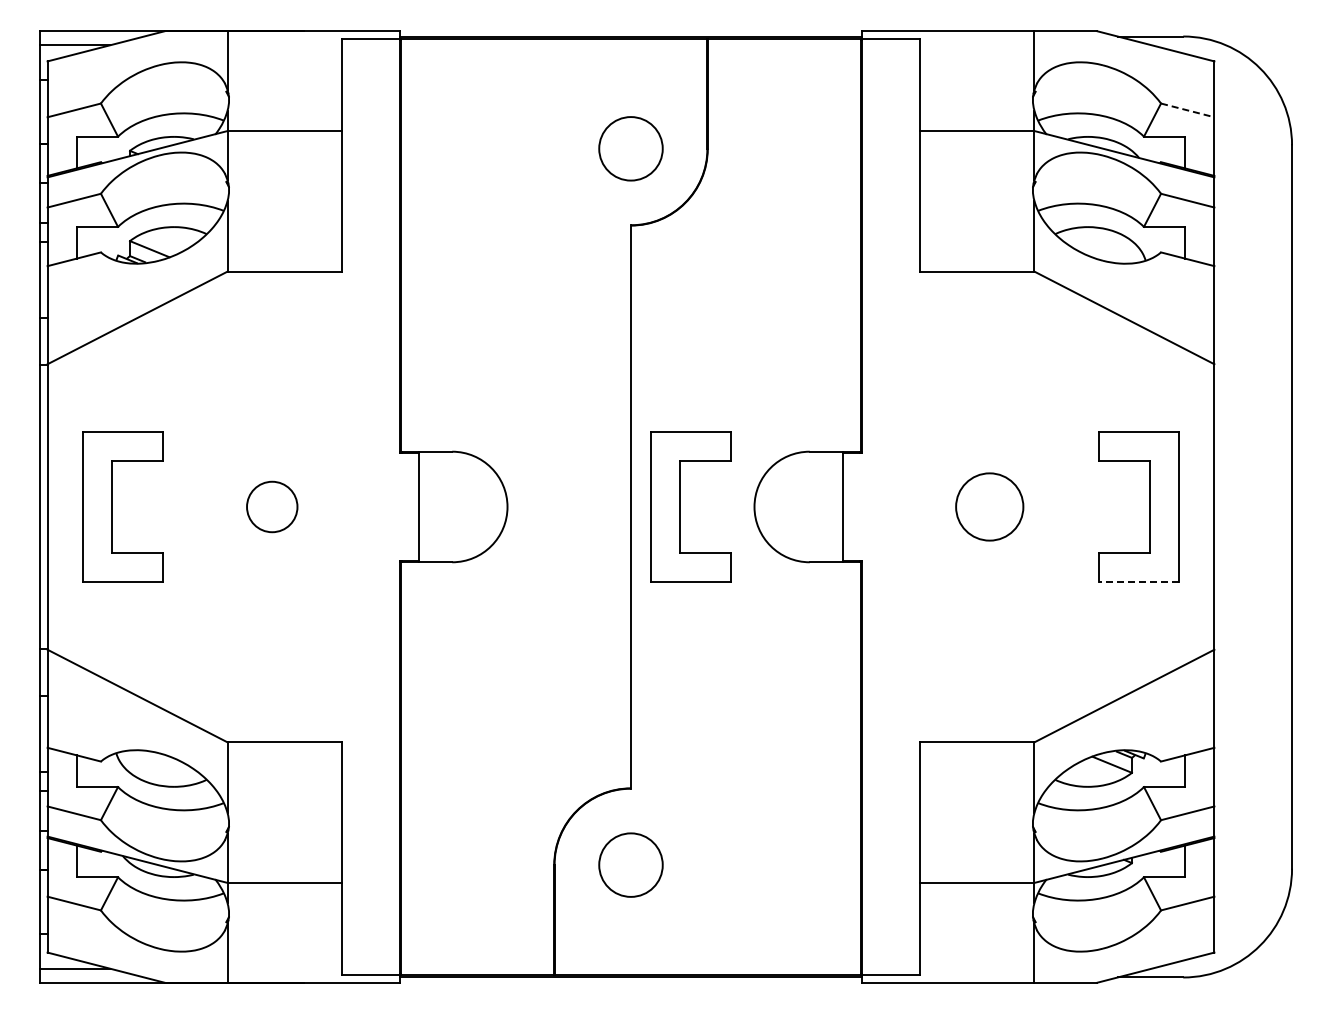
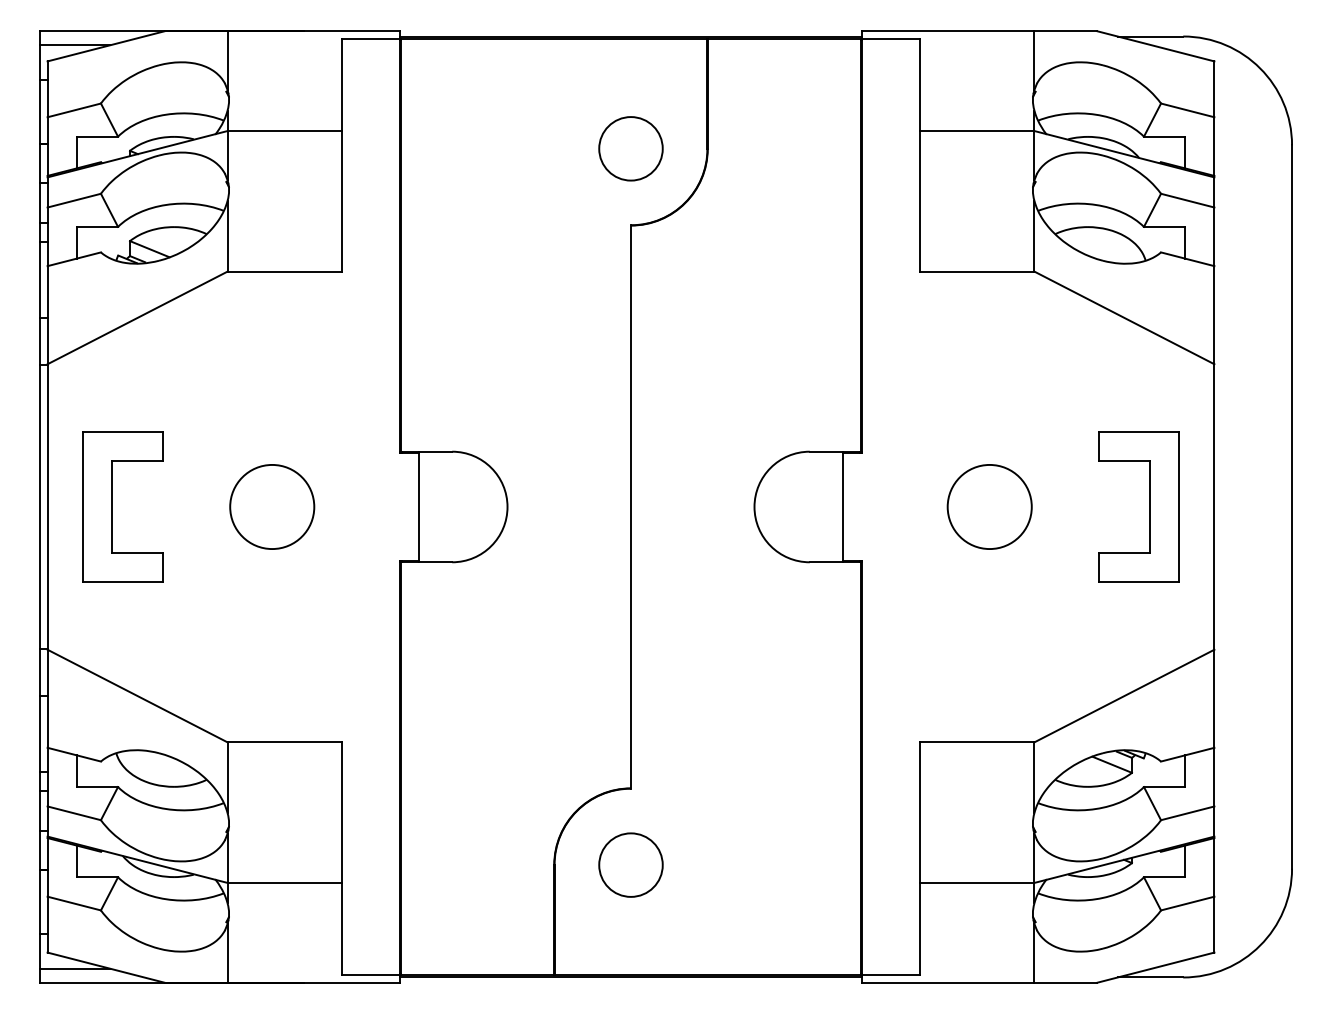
line at (1187, 110): dashed -> solid
circle at (272, 506) diameter: 50 px -> 84 px
part at (680, 506): present -> none
circle at (989, 506) diameter: 67 px -> 84 px
line at (1139, 581): dashed -> solid
